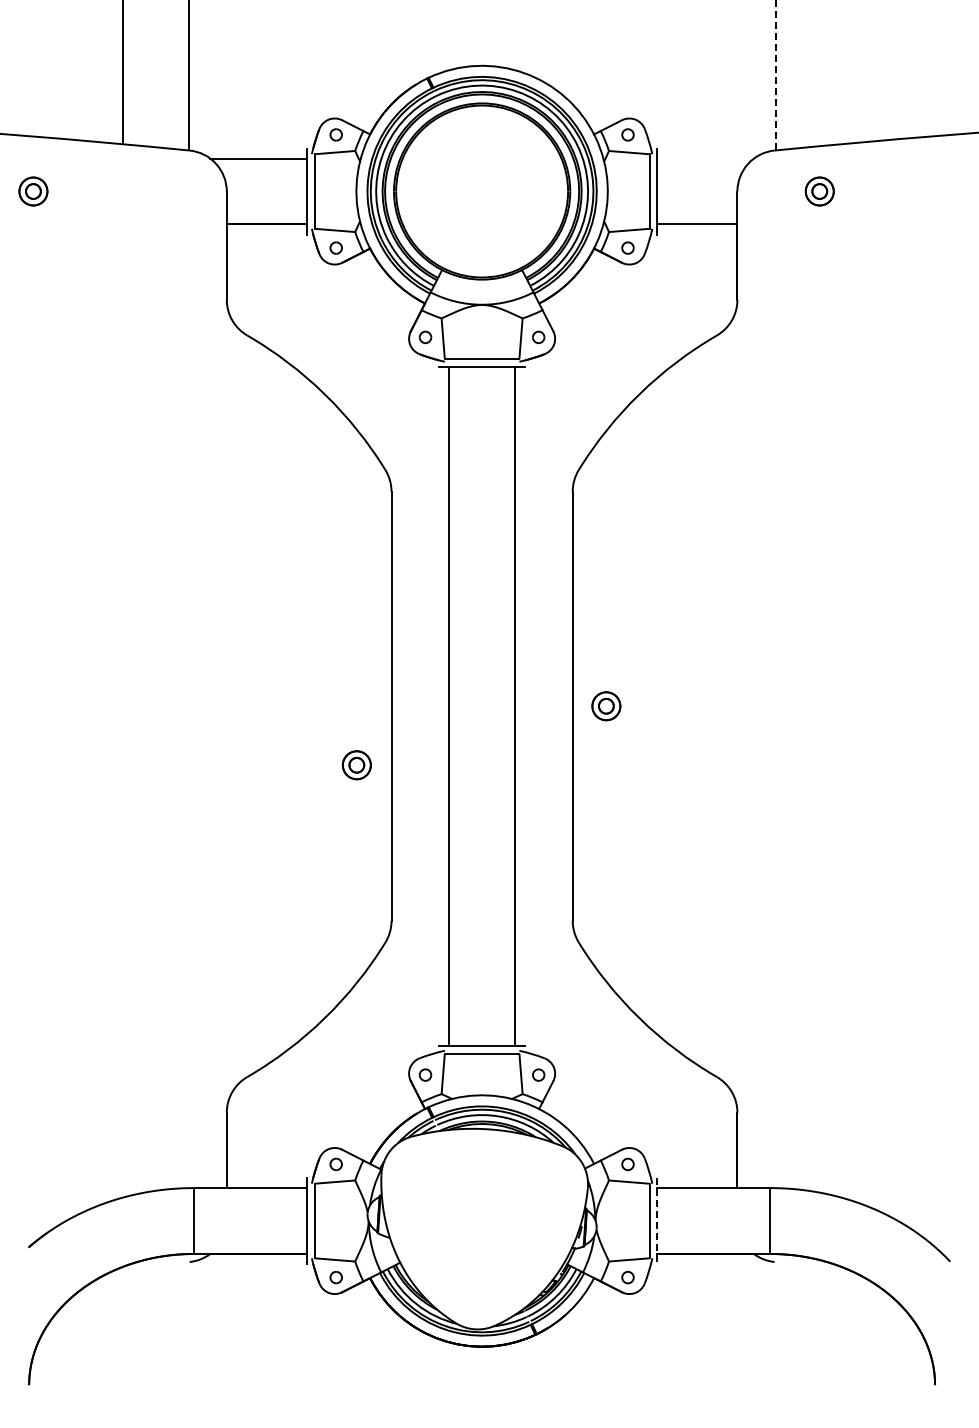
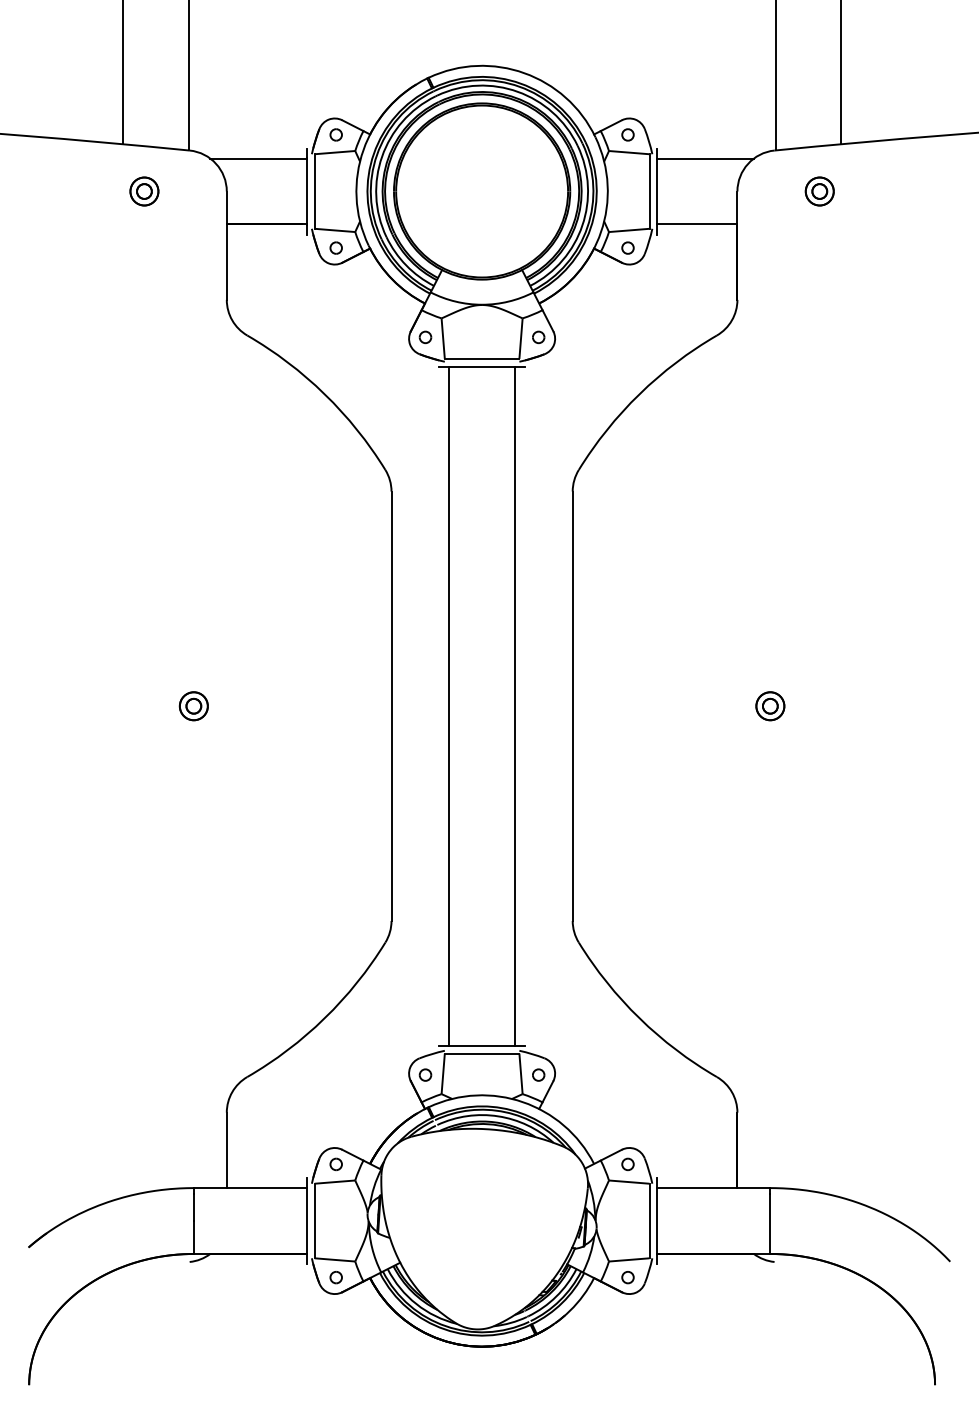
line at (841, 73): none -> present
line at (775, 75): dashed -> solid
line at (705, 158): none -> present
part at (33, 191) position: (33, 191) -> (144, 191)
part at (606, 706) position: (606, 706) -> (770, 706)
part at (356, 765) position: (356, 765) -> (193, 706)
line at (657, 1221): dashed -> solid
